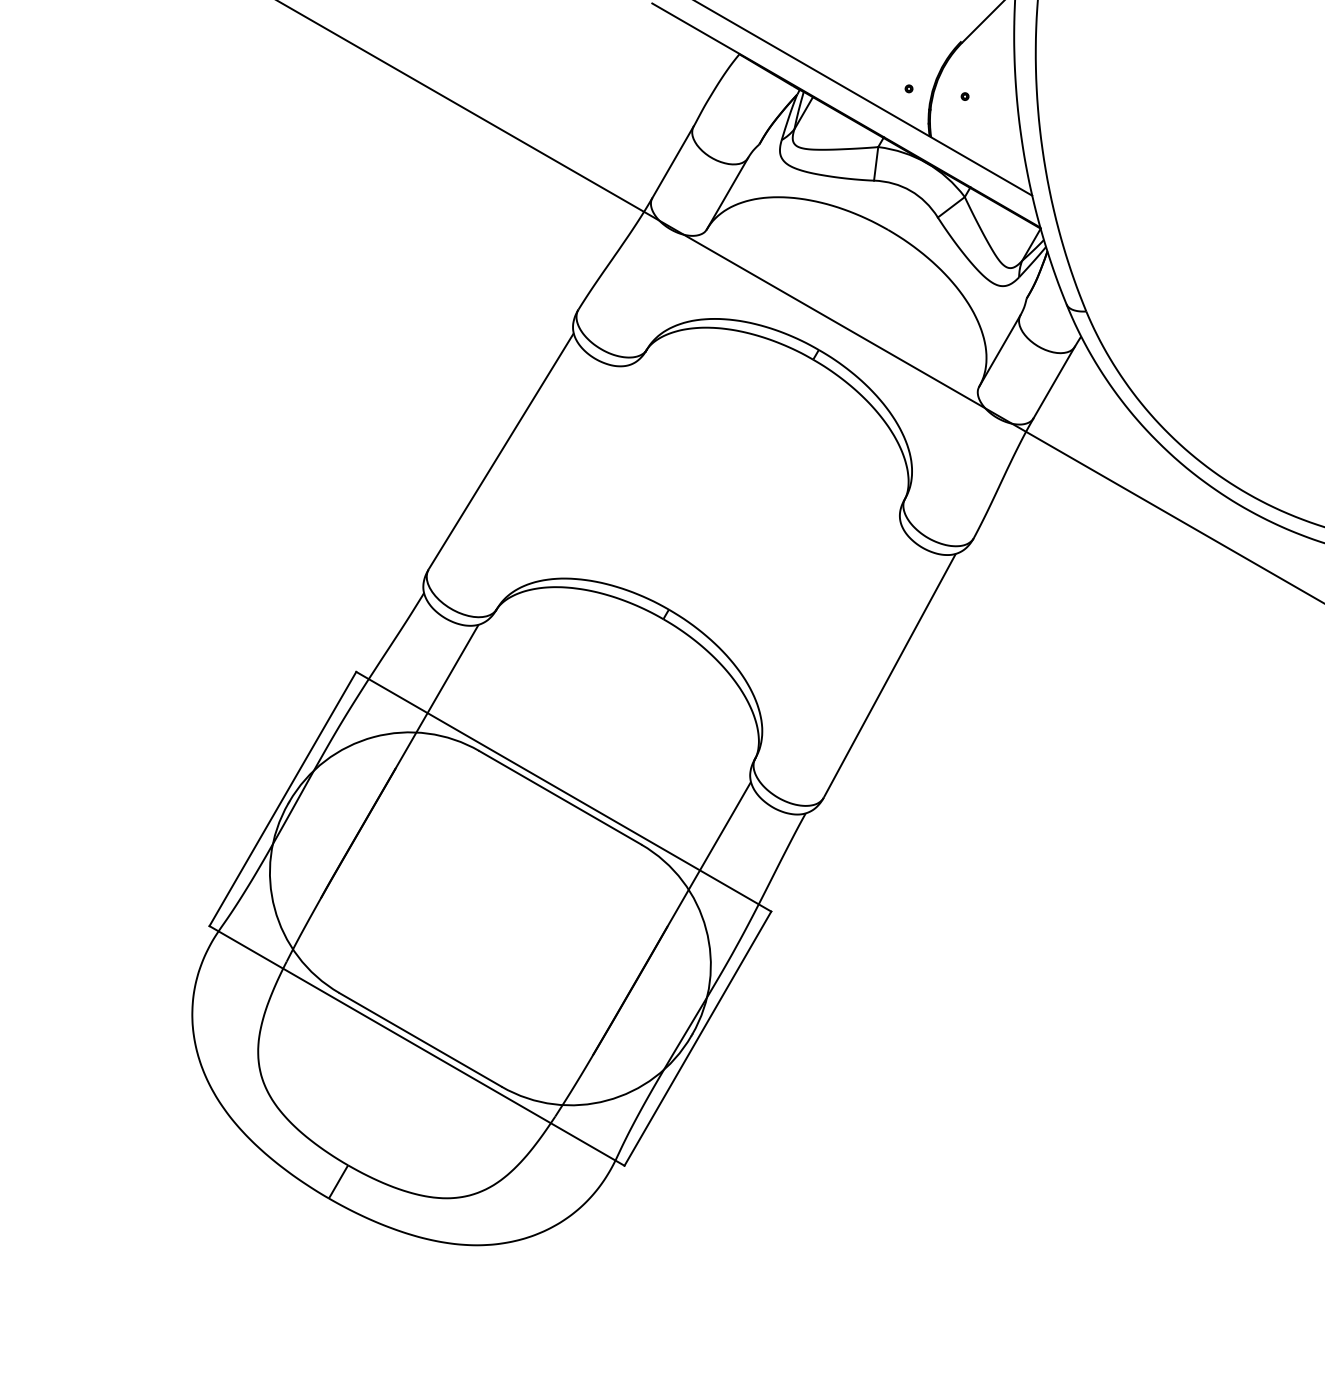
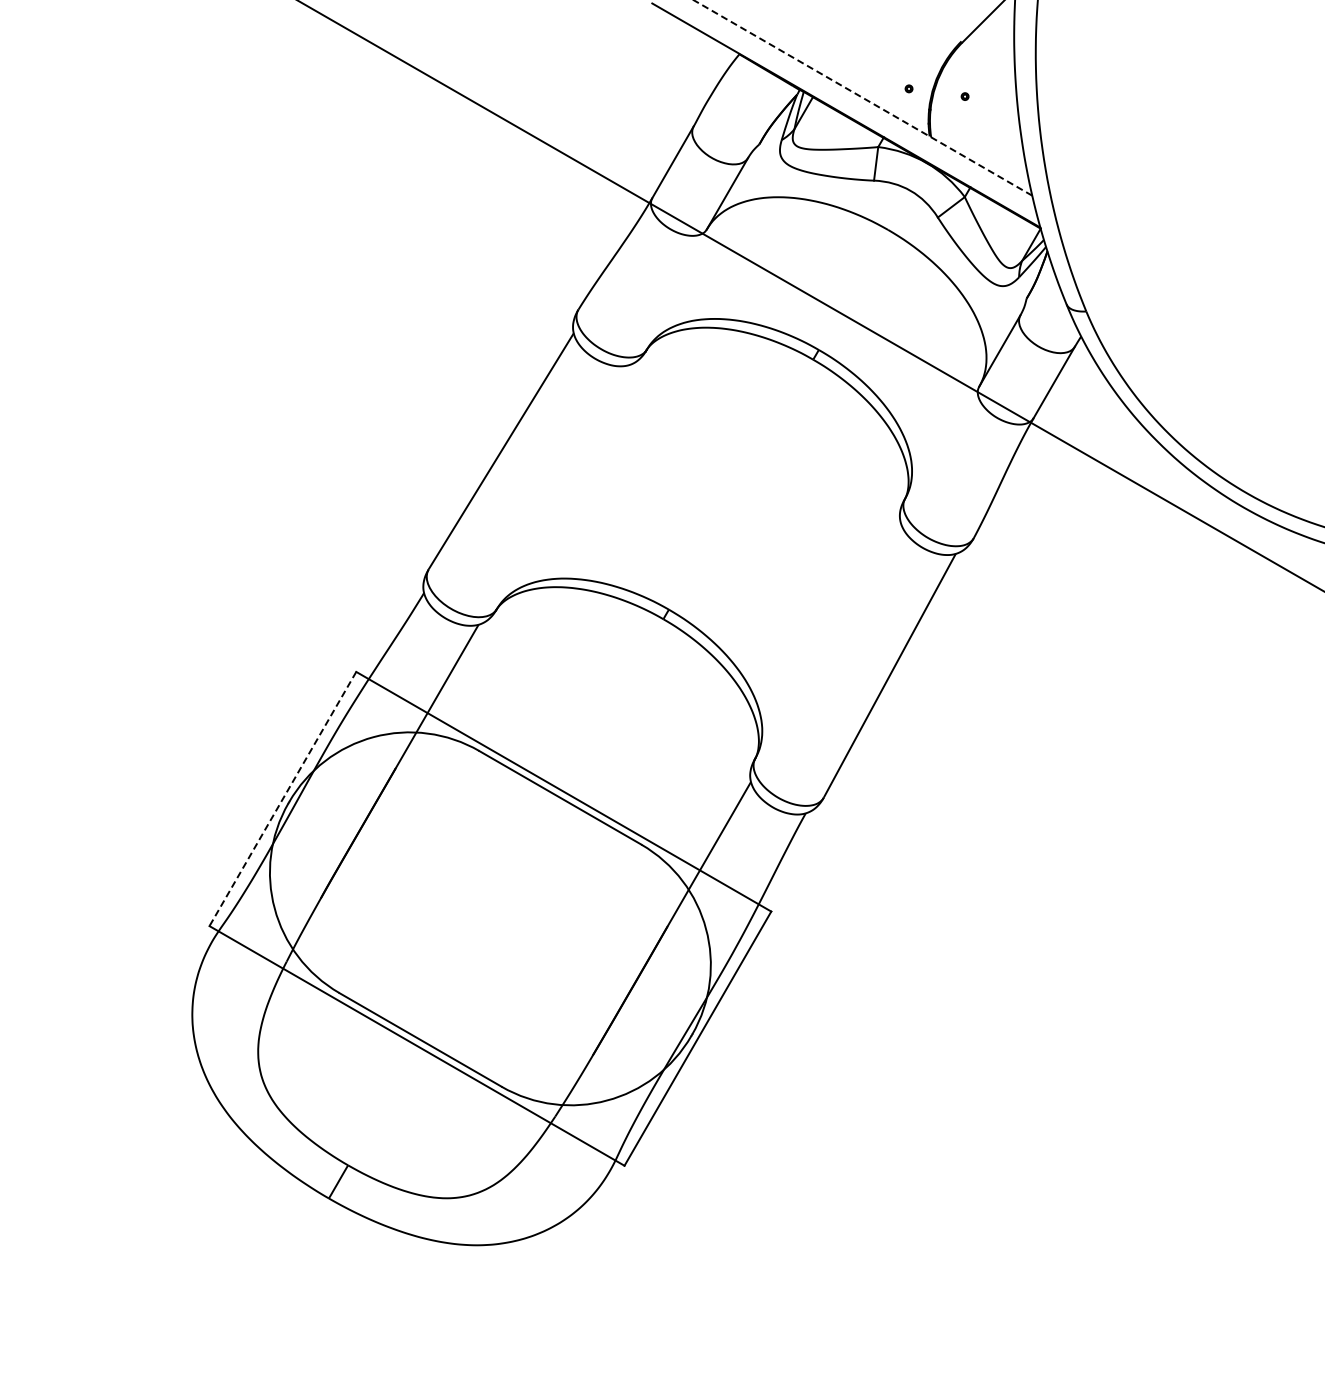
line at (862, 97): solid -> dashed
line at (800, 301) position: (800, 301) -> (810, 295)
line at (282, 799): solid -> dashed
